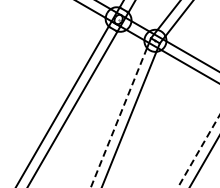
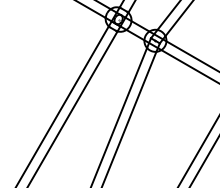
line at (118, 118): dashed -> solid
line at (199, 150): dashed -> solid
